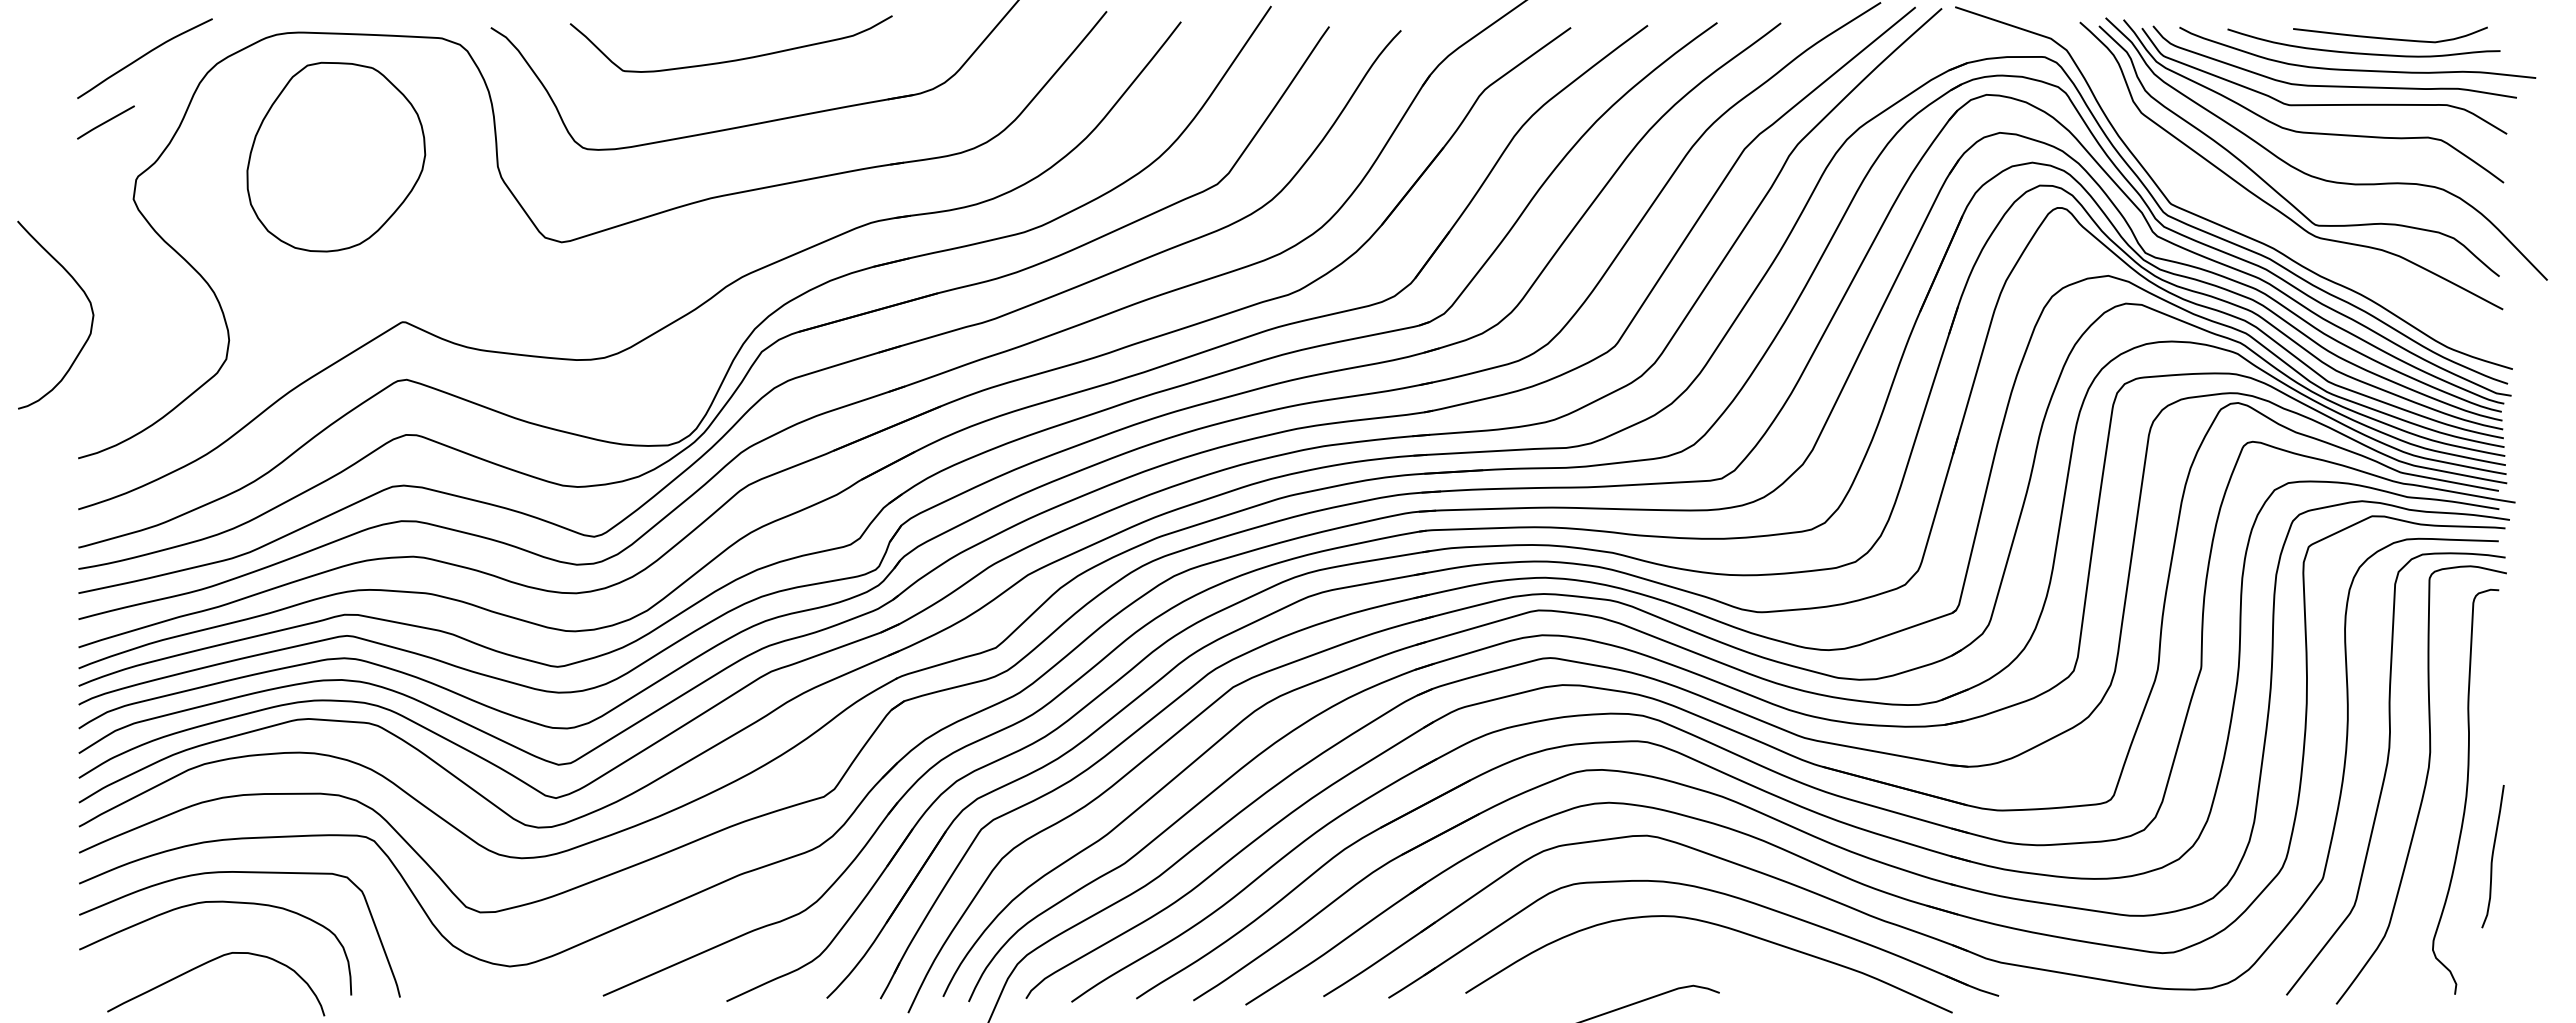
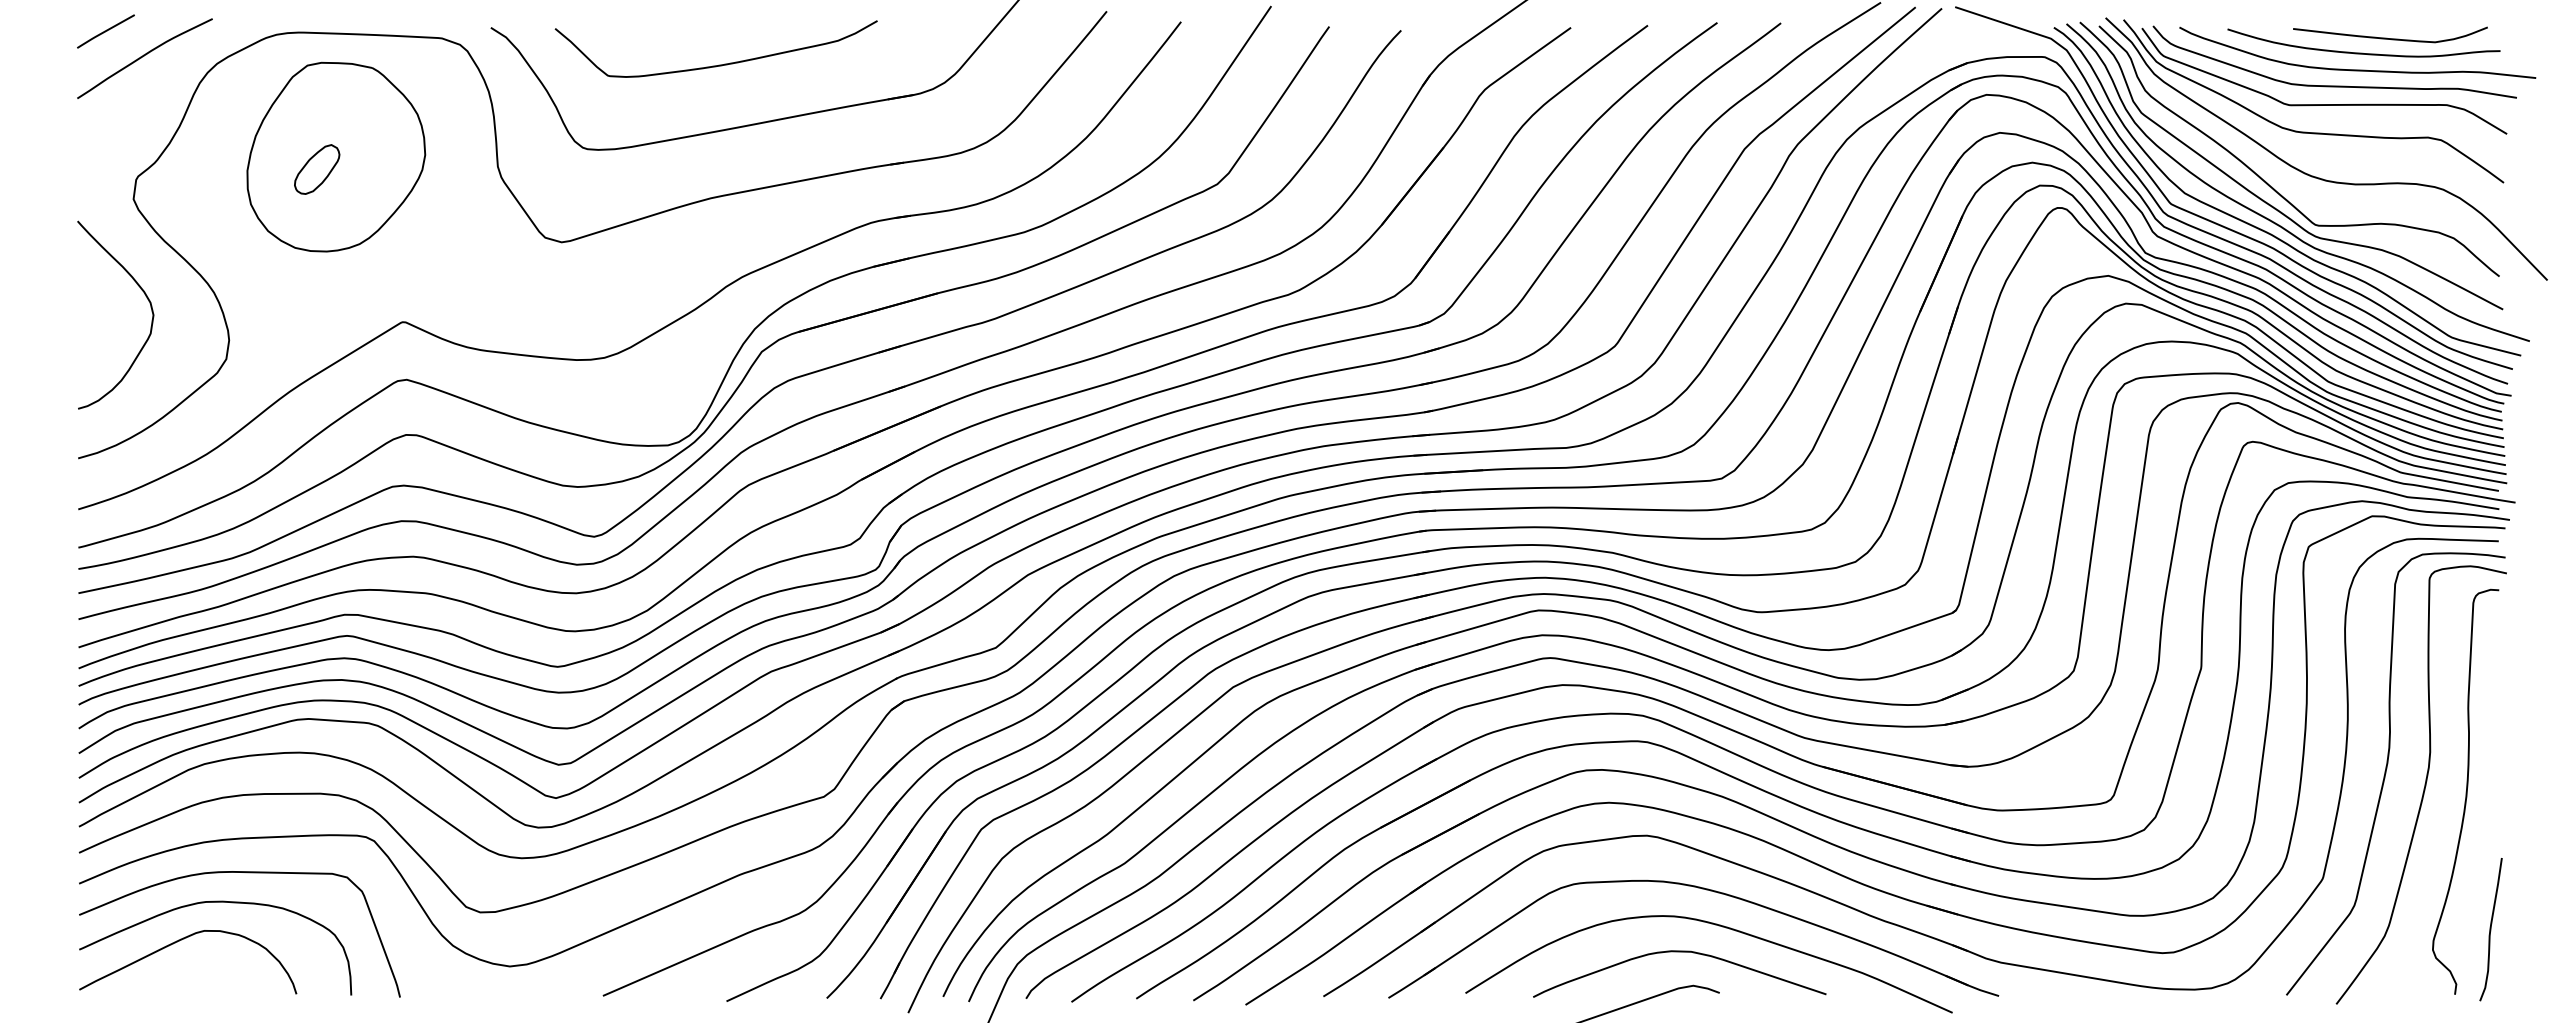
curve at (733, 59) position: (733, 59) -> (718, 64)
line at (105, 122) position: (105, 122) -> (105, 31)
part at (317, 169): none -> present
part at (2274, 221): none -> present
curve at (86, 298) position: (86, 298) -> (146, 298)
curve at (2492, 856) position: (2492, 856) -> (2490, 929)
curve at (1679, 952): none -> present
curve at (205, 964) position: (205, 964) -> (177, 942)
